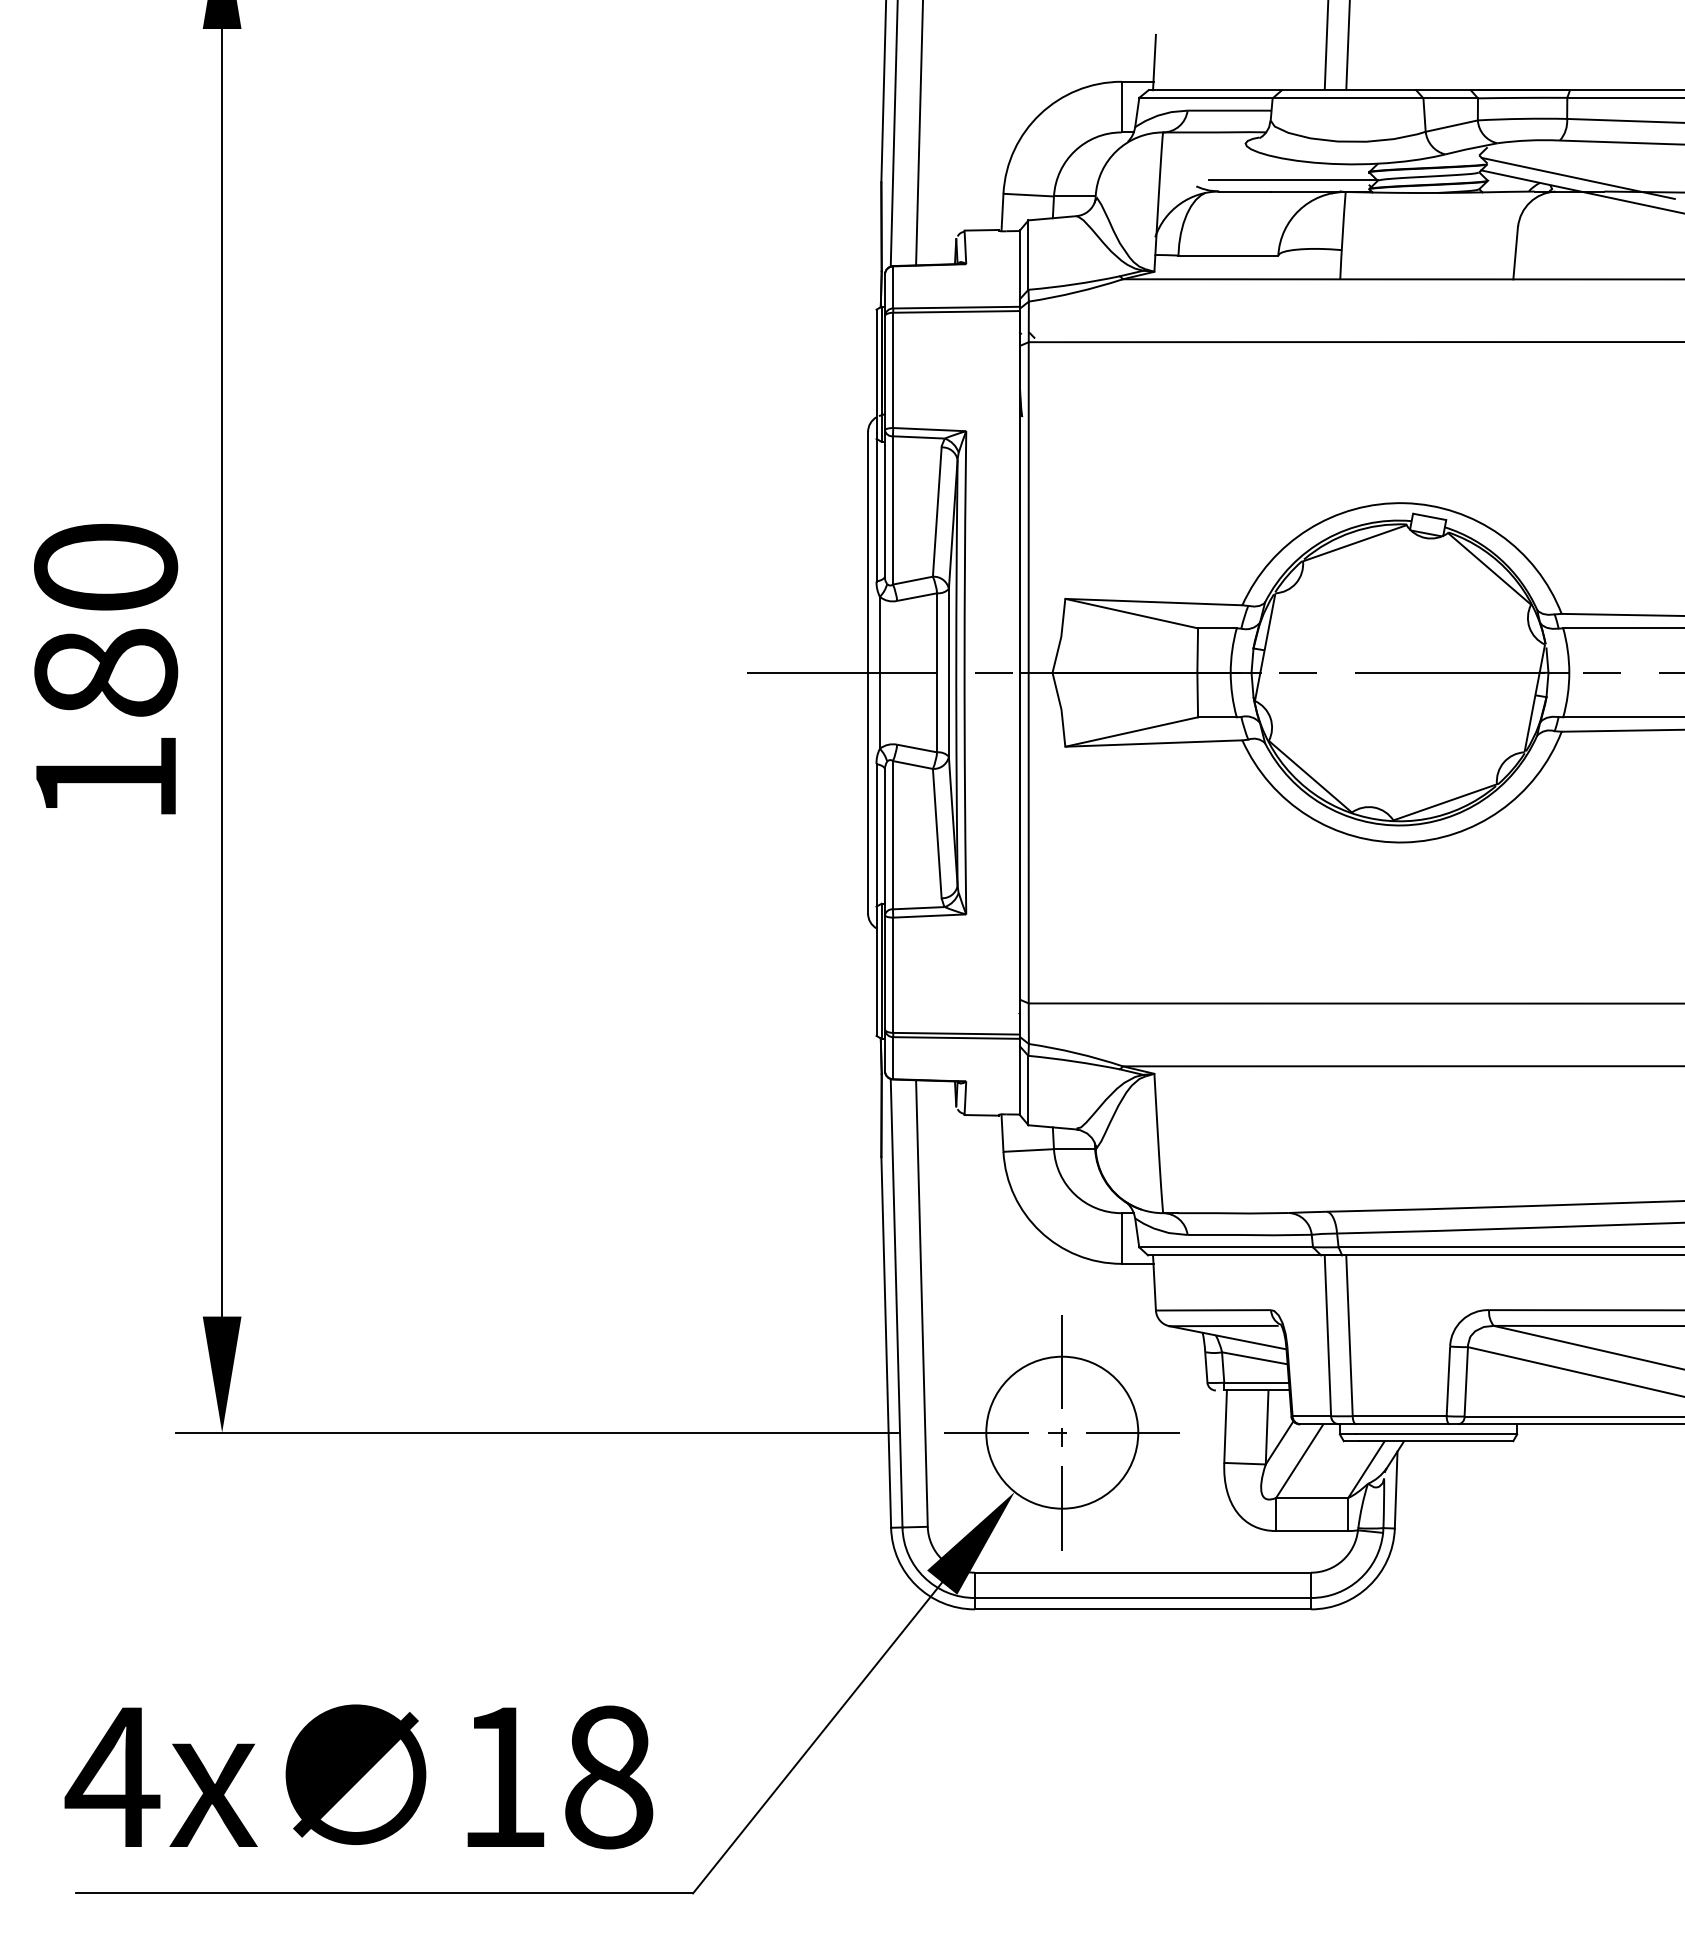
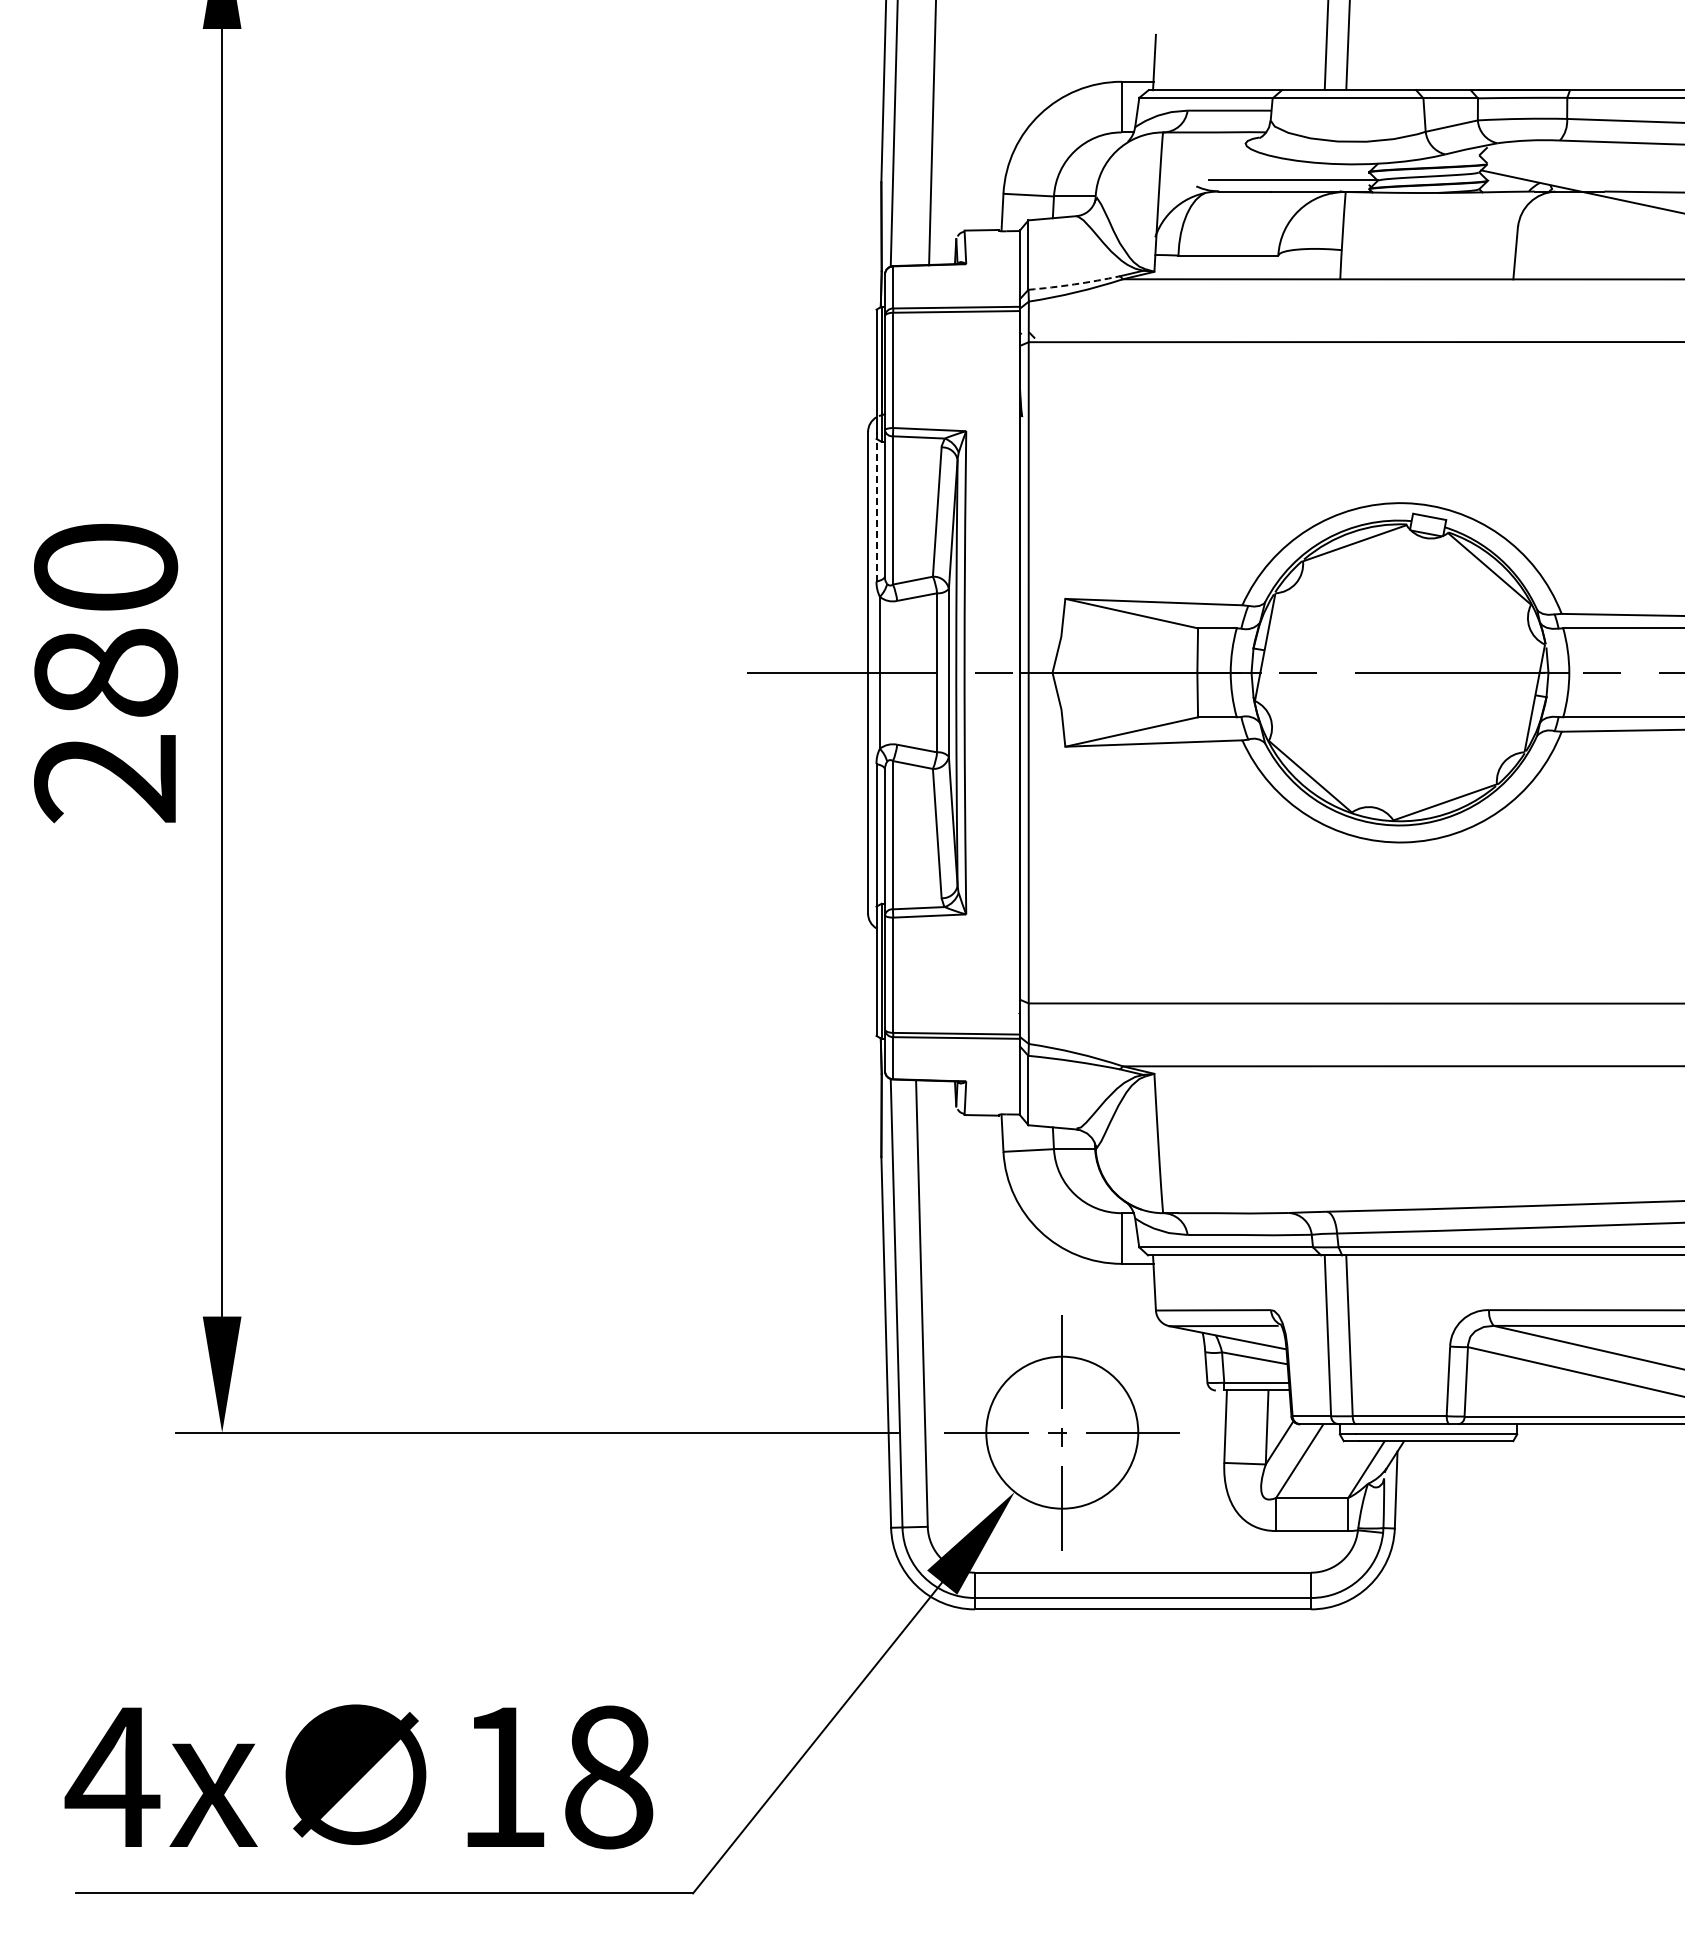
line at (919, 133) position: (919, 133) -> (932, 133)
line at (1577, 177): present -> none
arc at (1074, 284): solid -> dashed
line at (876, 509): solid -> dashed
text at (104, 779): 180 -> 280
